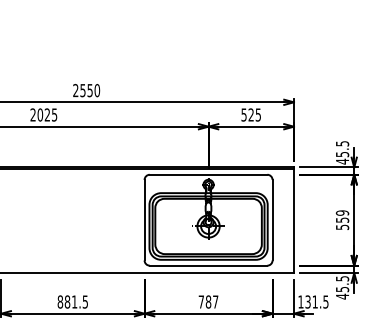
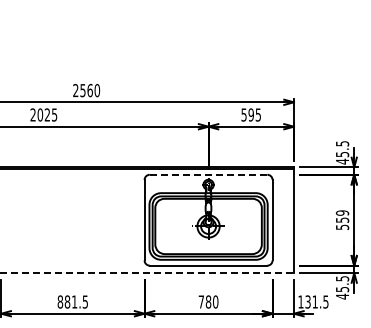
text at (89, 90): 2550 -> 2560
text at (250, 114): 525 -> 595
line at (208, 174): solid -> dashed
line at (147, 273): solid -> dashed
text at (215, 301): 787 -> 780
